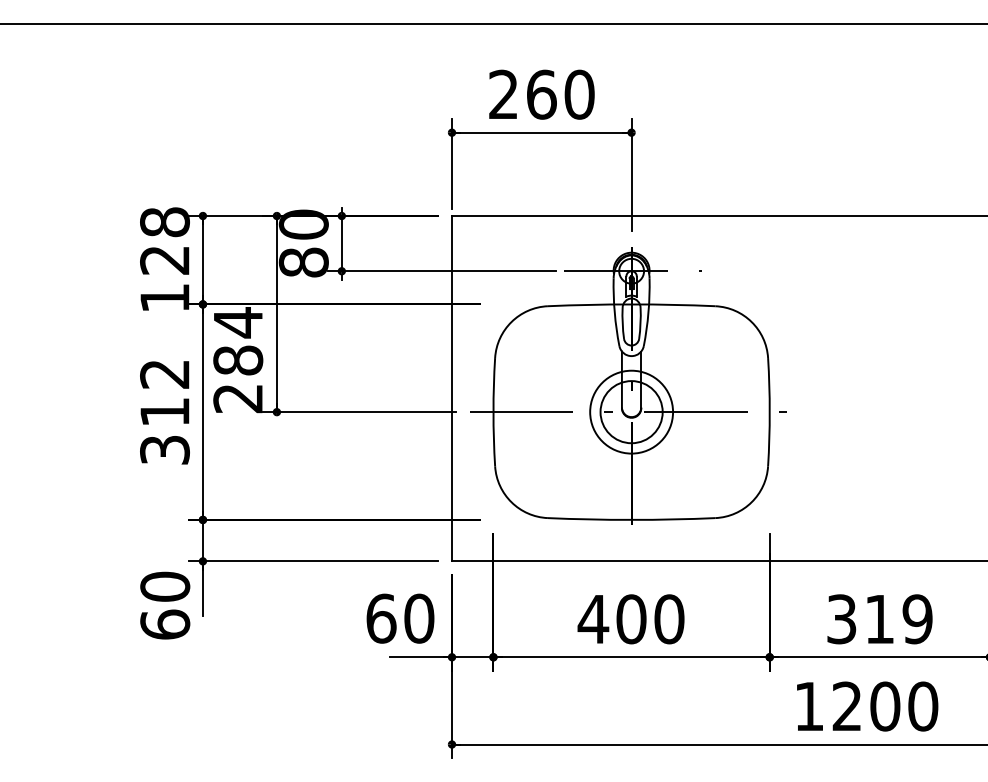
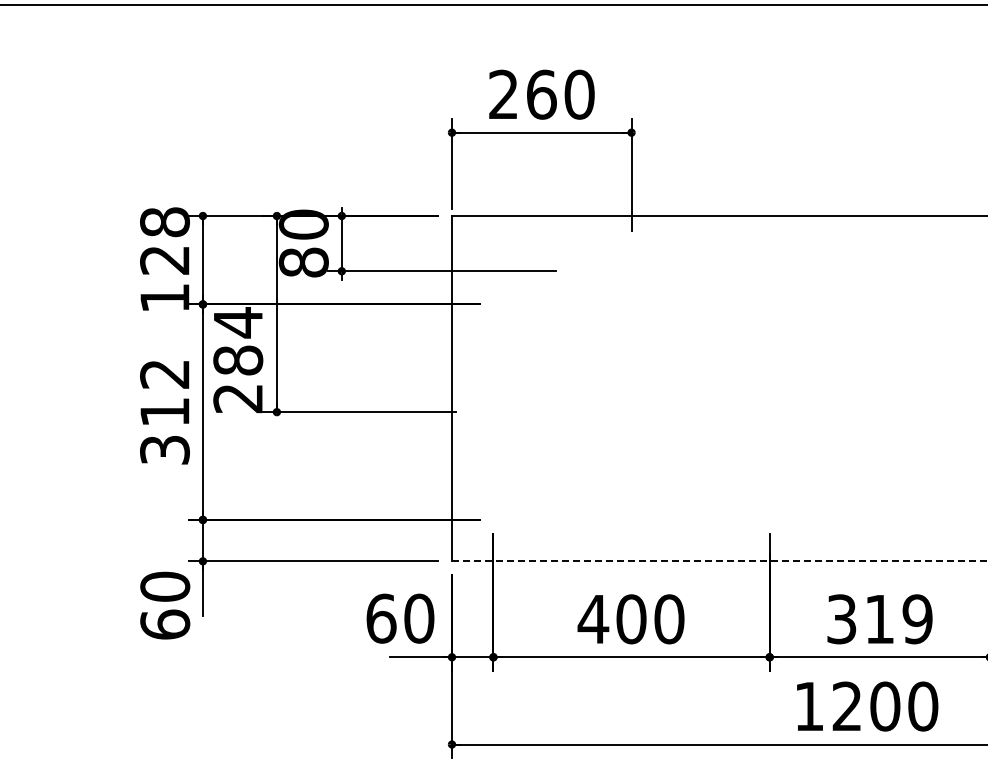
line at (493, 23) position: (493, 23) -> (493, 4)
part at (628, 385): present -> none
line at (719, 561): solid -> dashed
